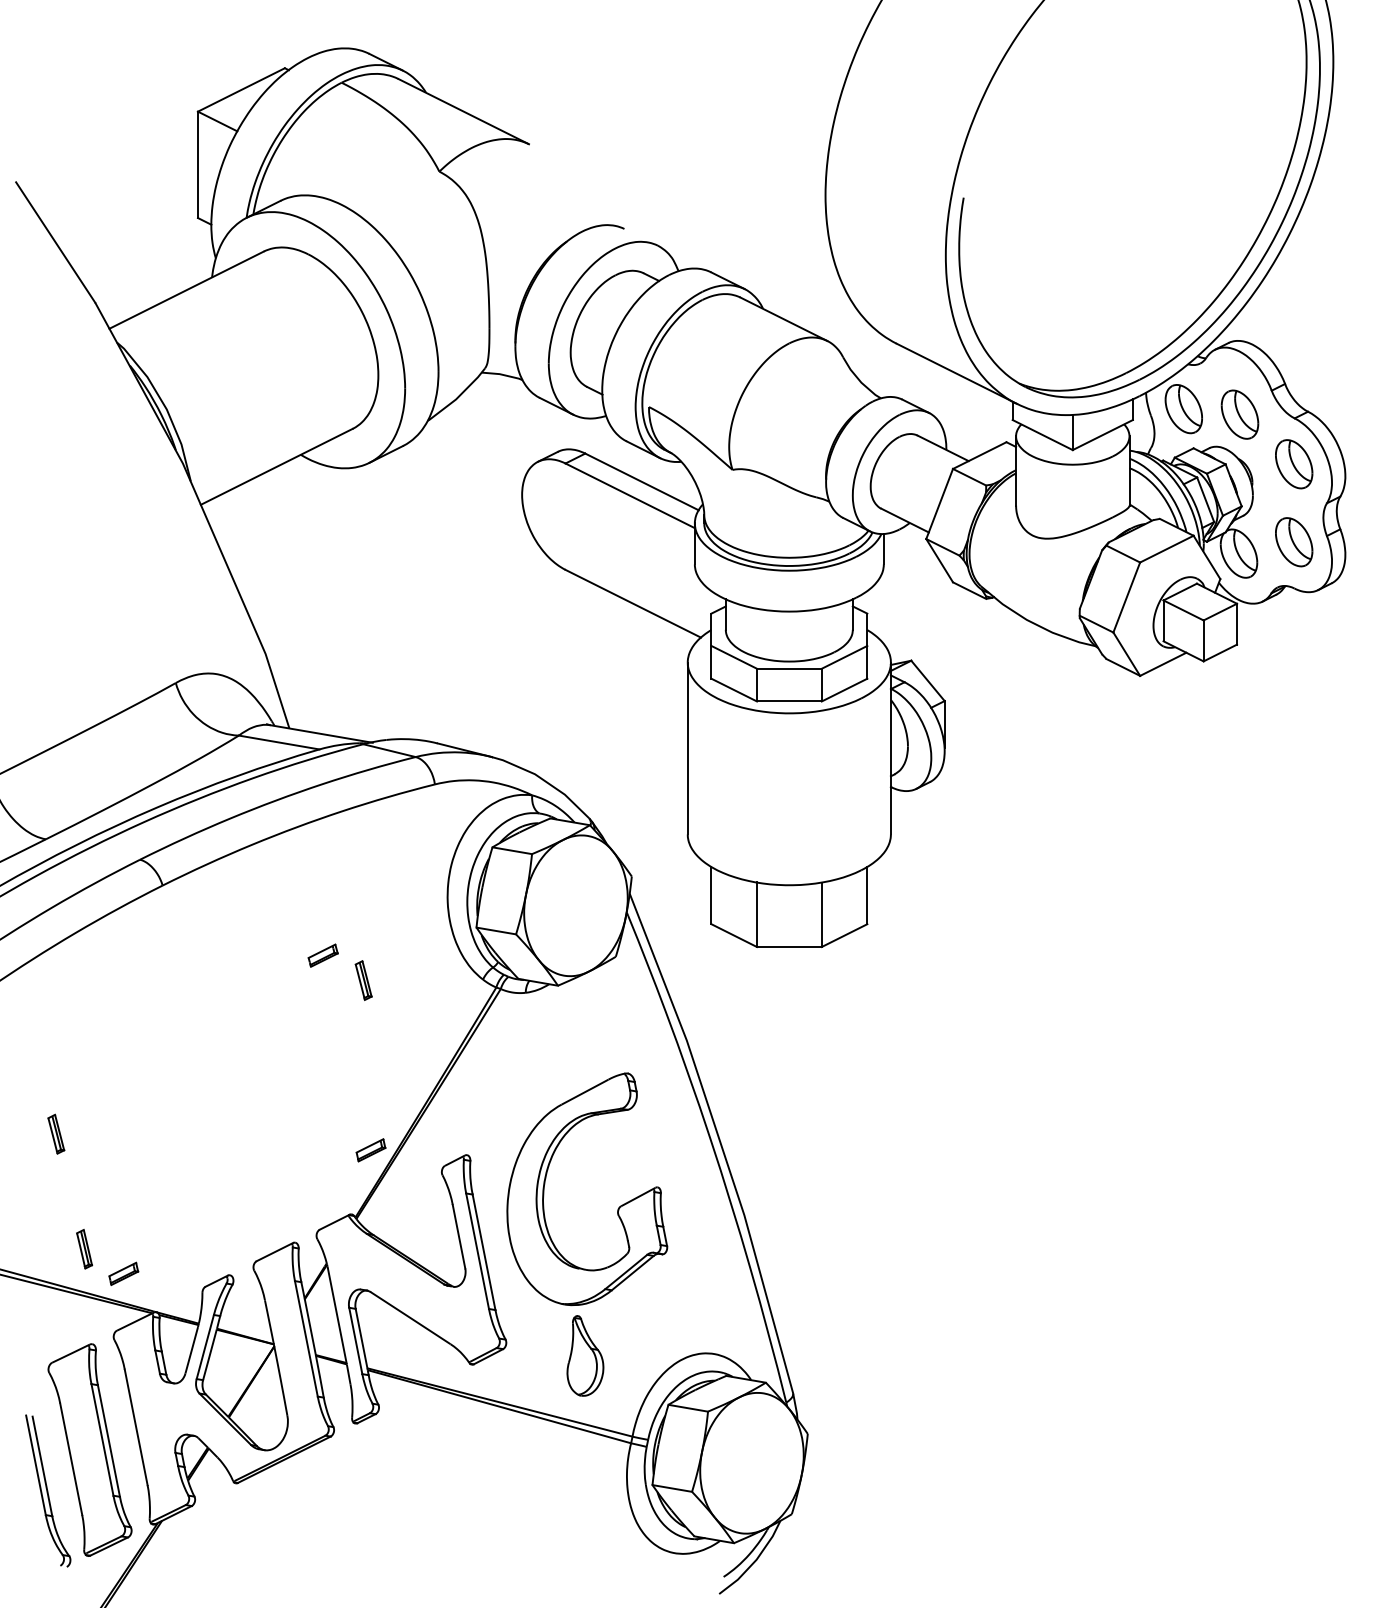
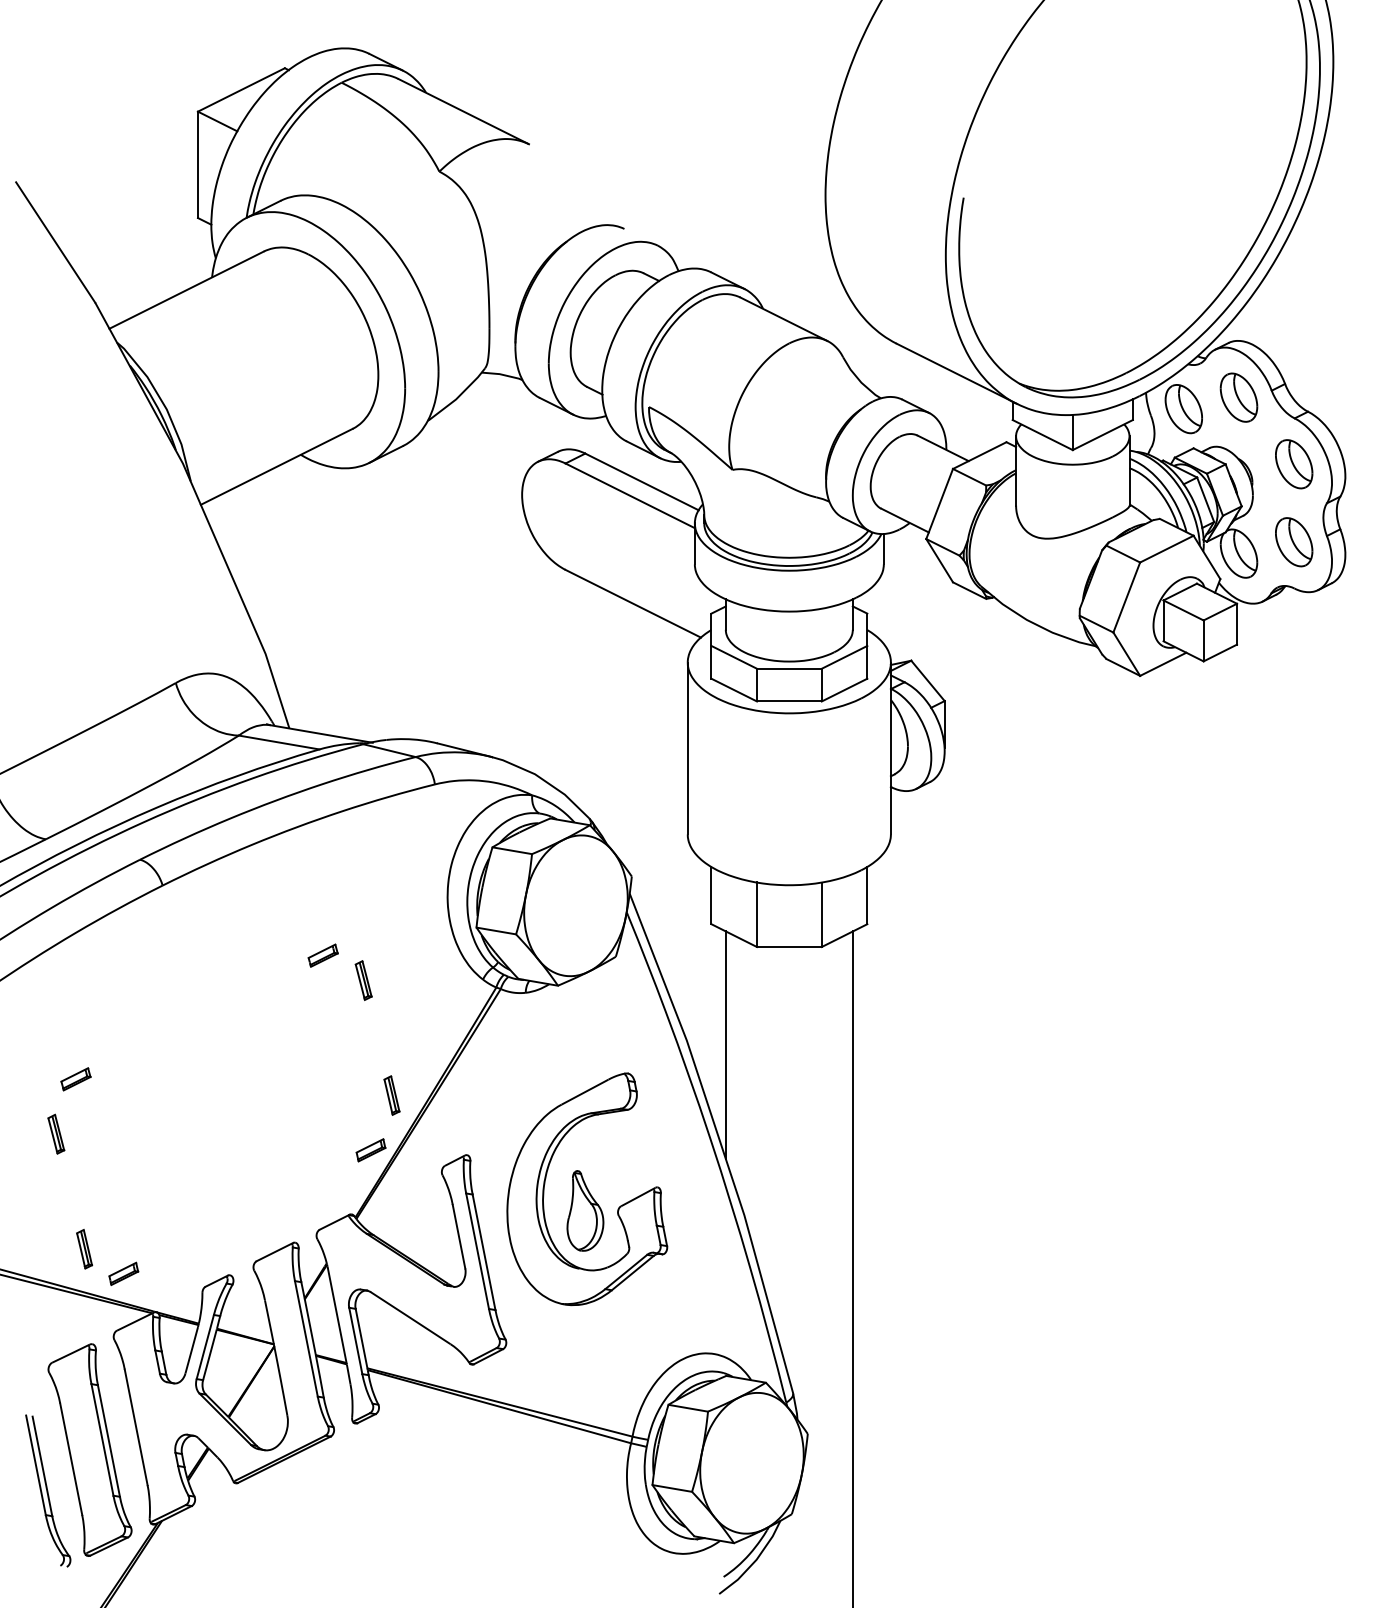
part at (1239, 414) position: (1239, 414) -> (1238, 397)
line at (725, 1044): none -> present
part at (75, 1079): none -> present
part at (391, 1095): none -> present
line at (852, 1267): none -> present
part at (585, 1355) position: (585, 1355) -> (585, 1210)
